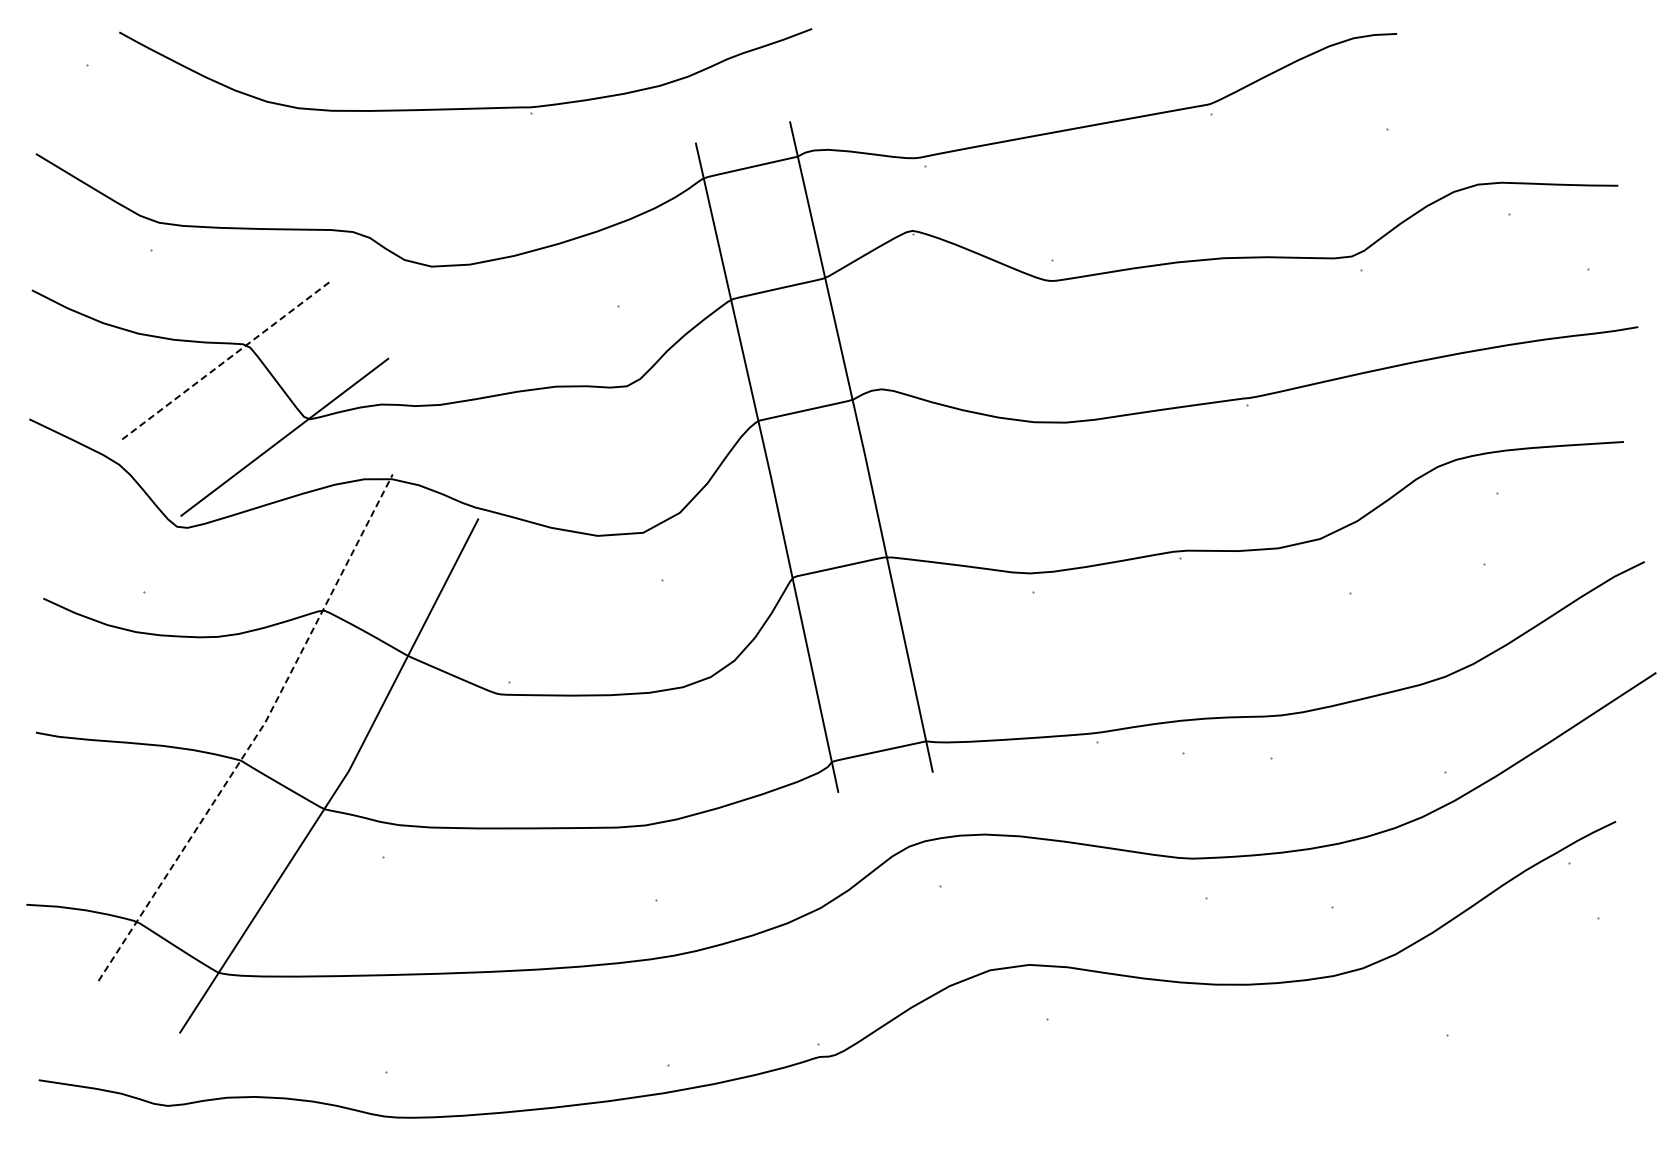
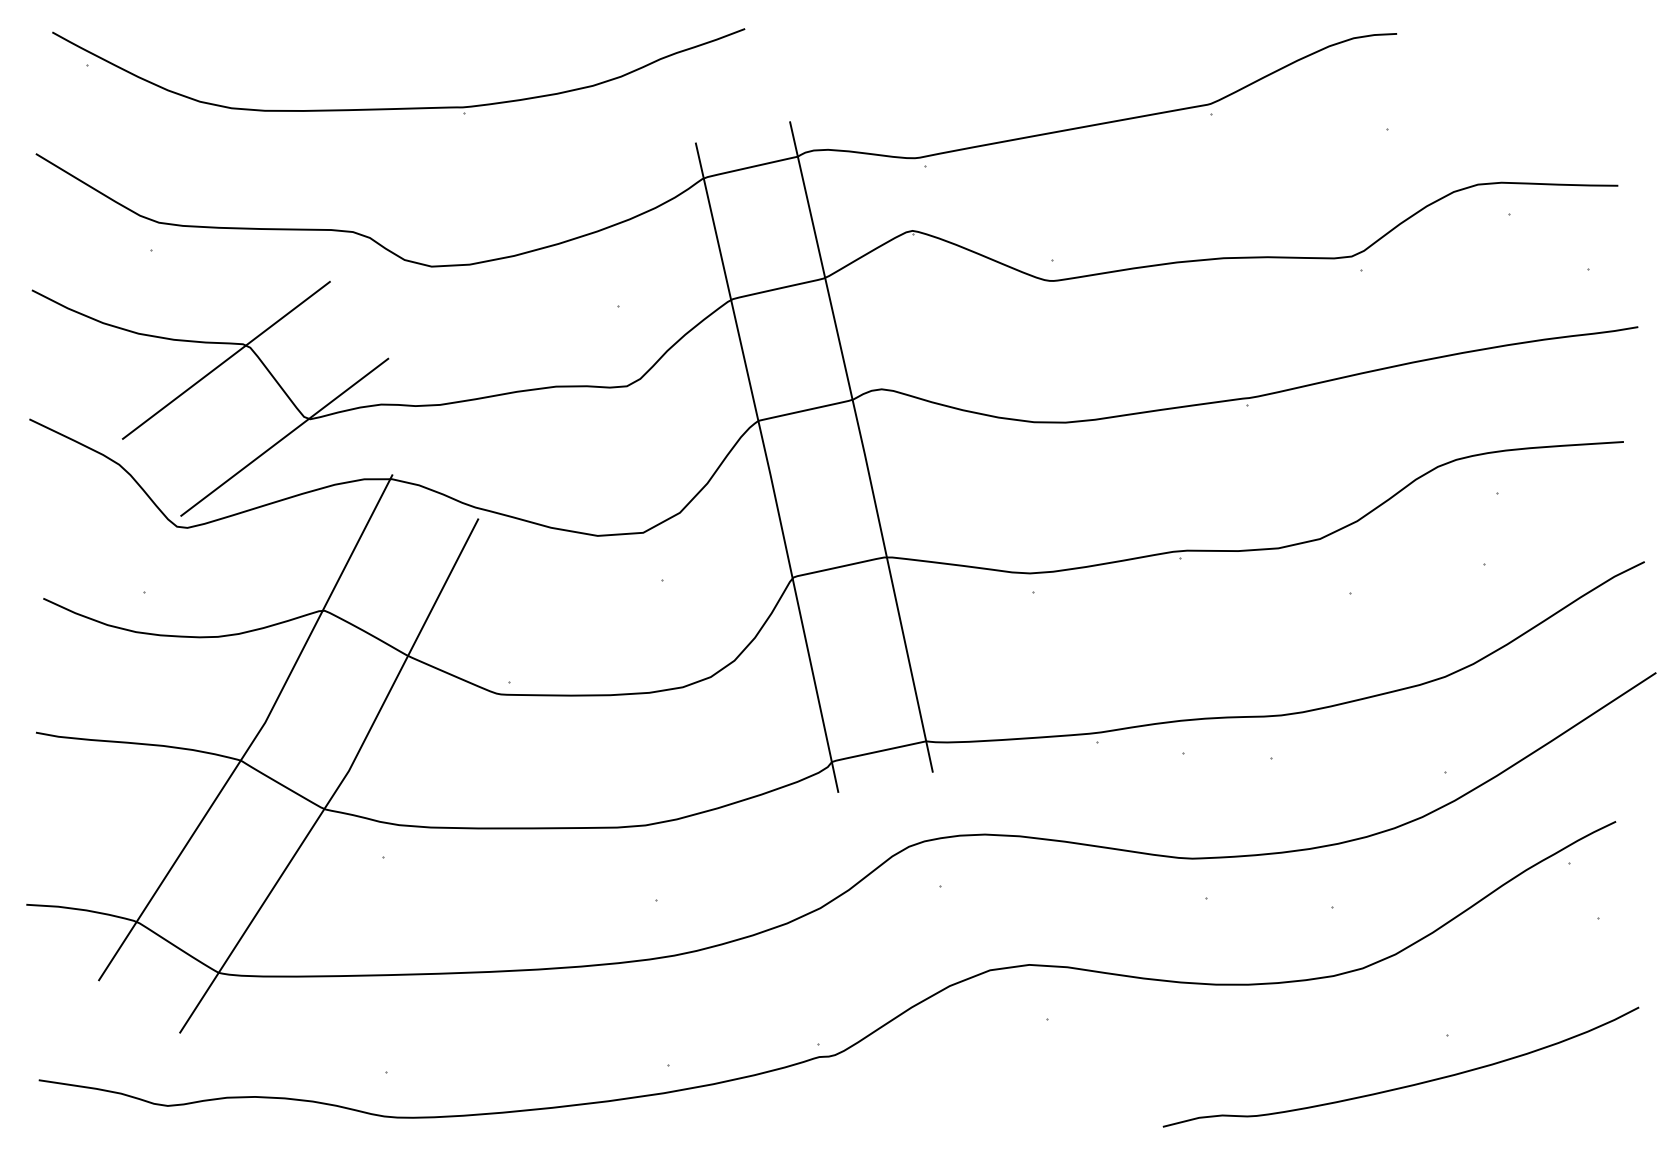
part at (468, 107) position: (468, 107) -> (401, 107)
line at (226, 360): dashed -> solid
line at (257, 734): dashed -> solid
curve at (1406, 1085): none -> present
